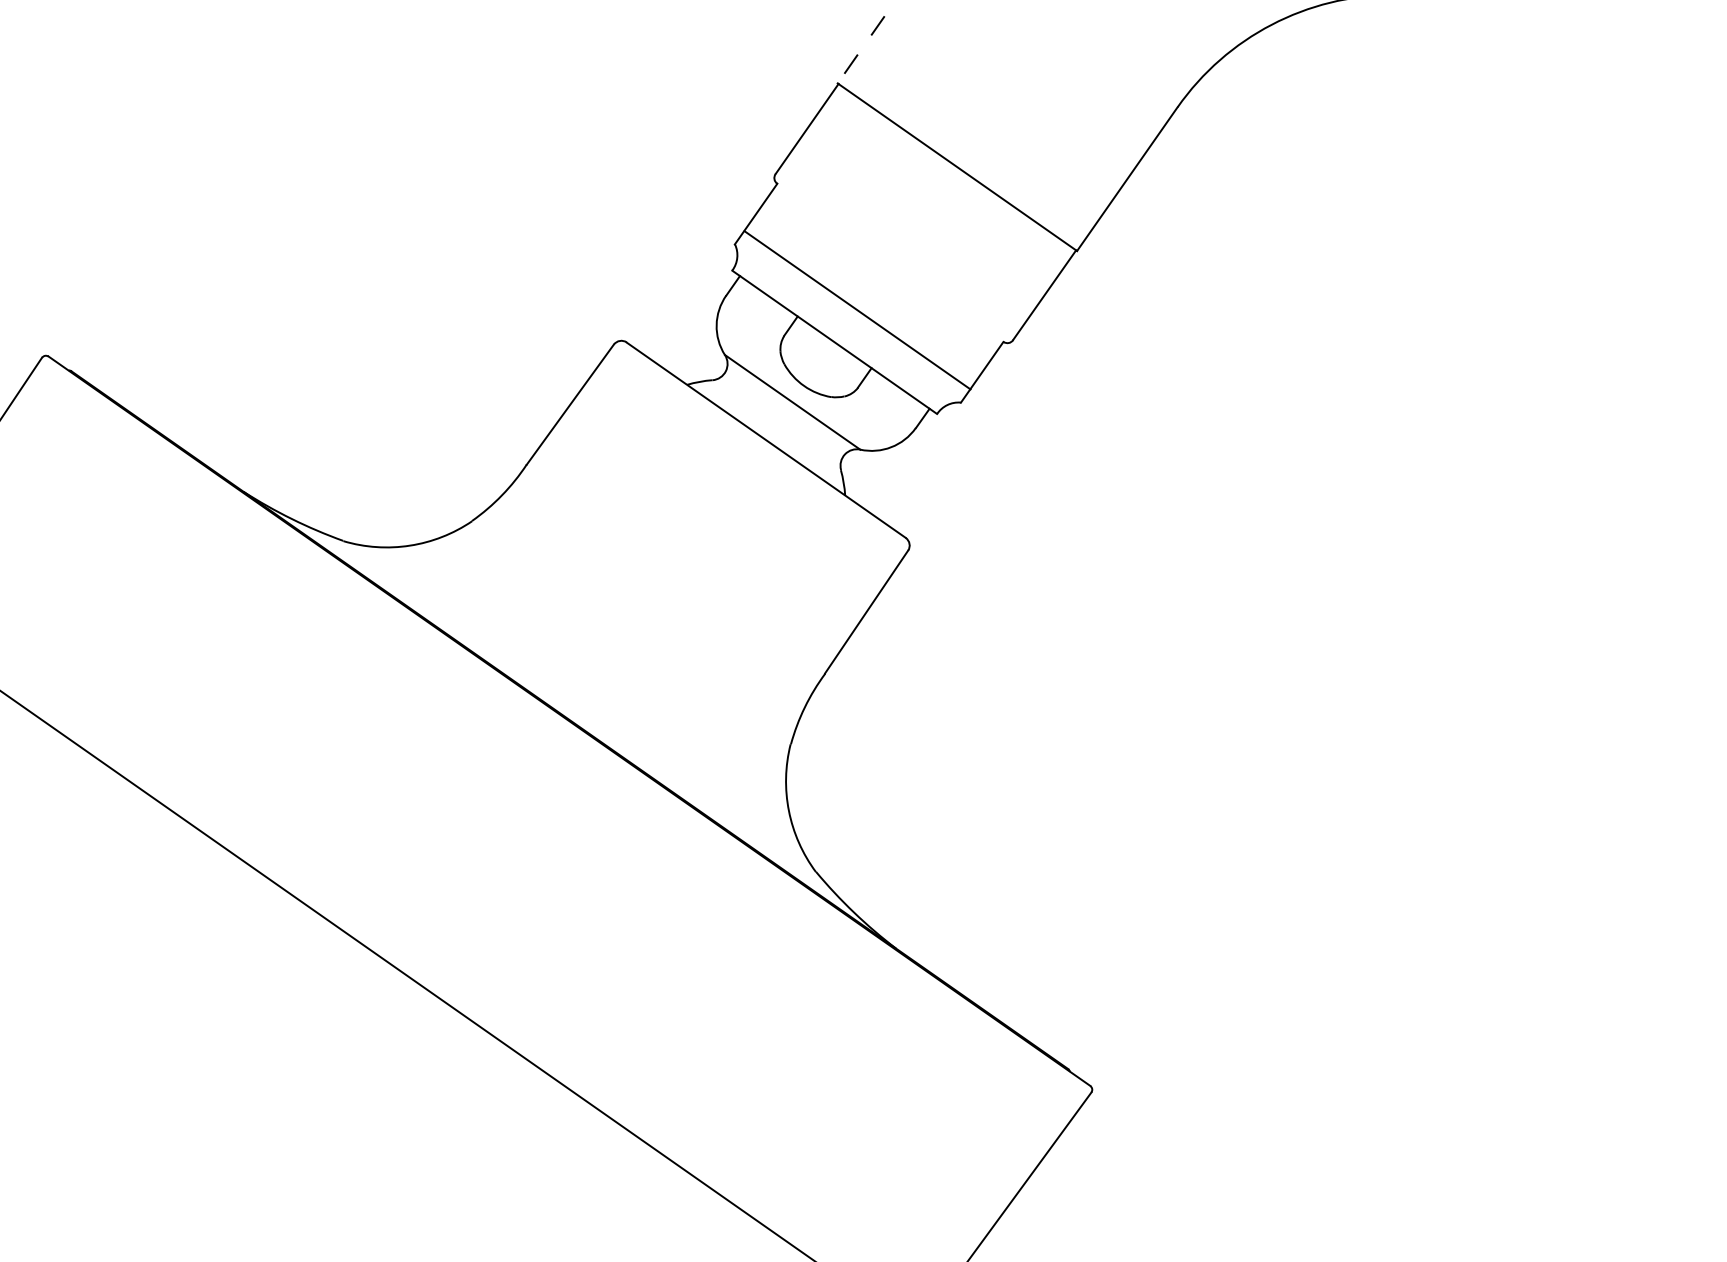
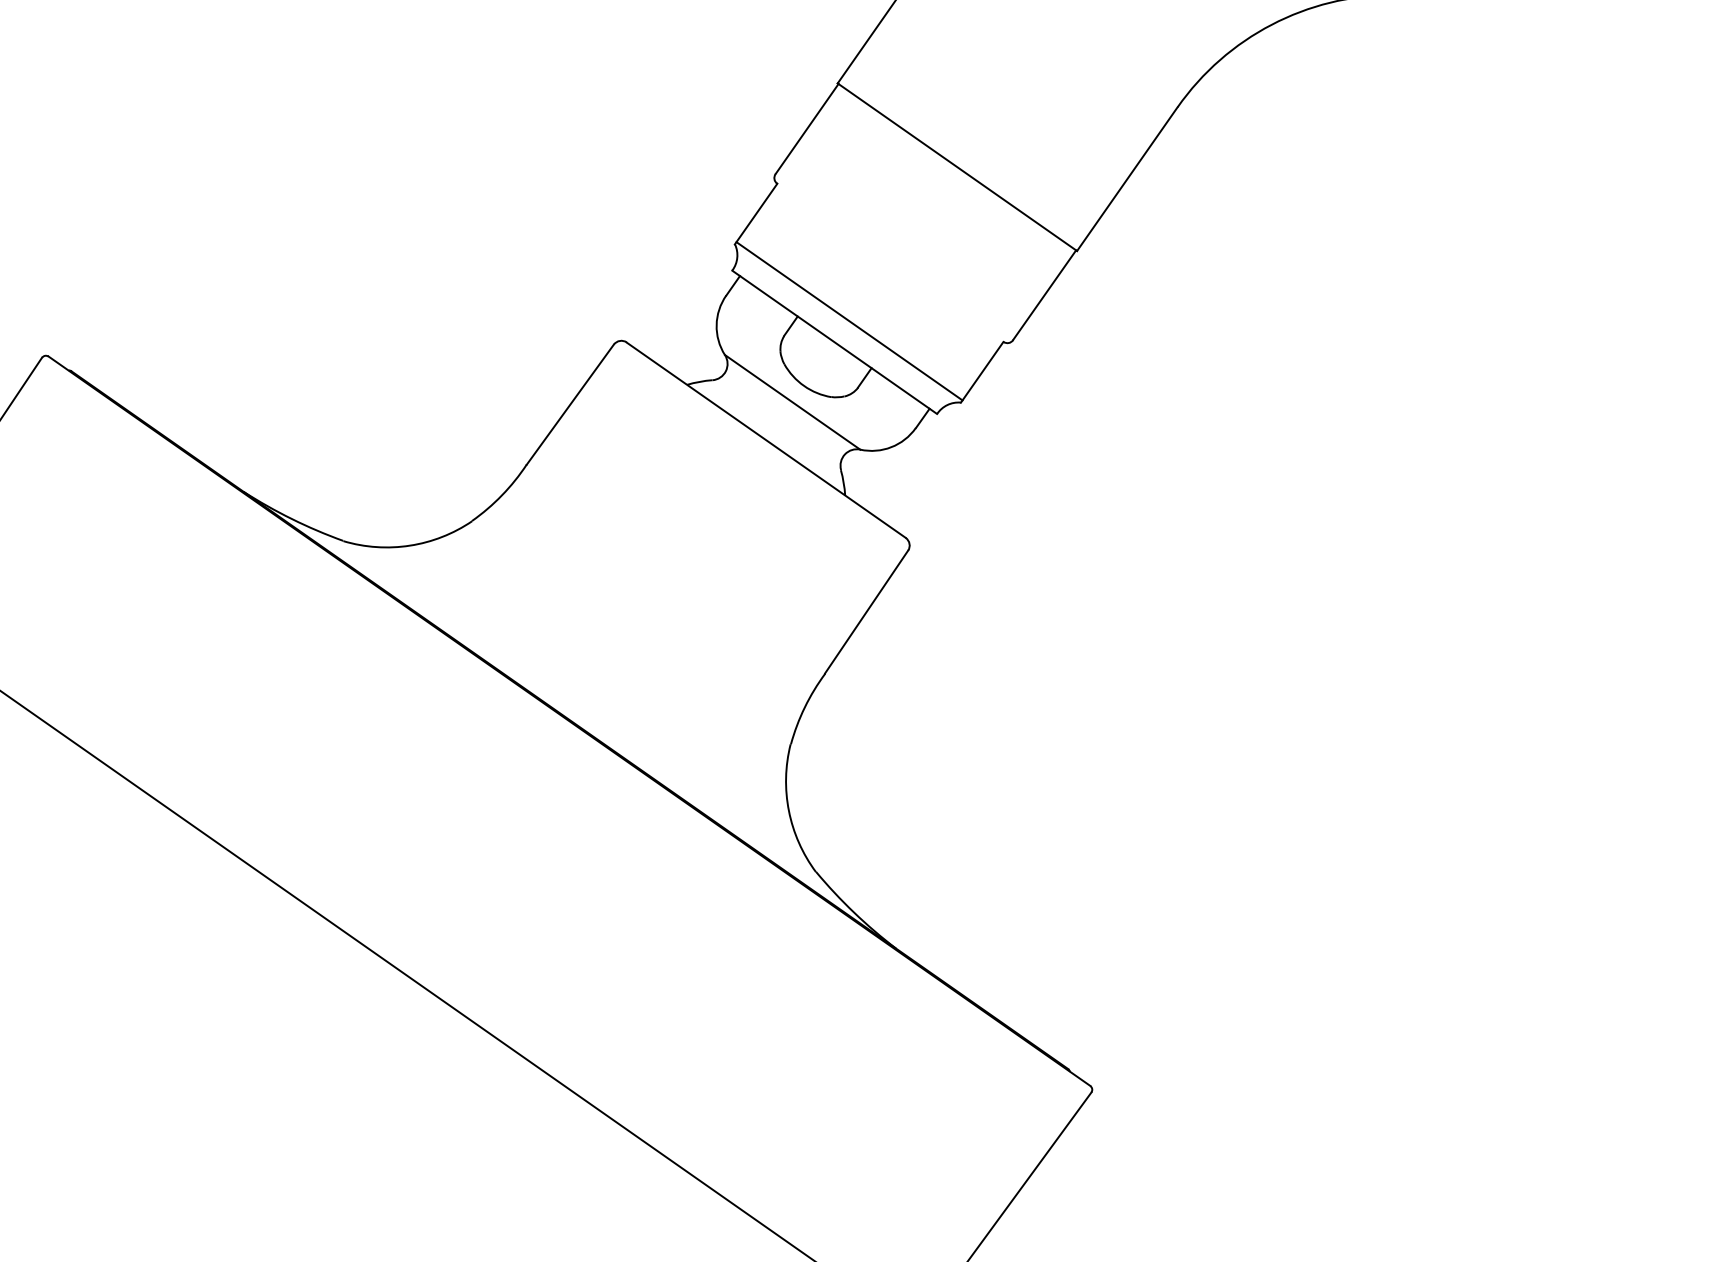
line at (866, 41): dashed -> solid
line at (857, 310) position: (857, 310) -> (849, 321)
